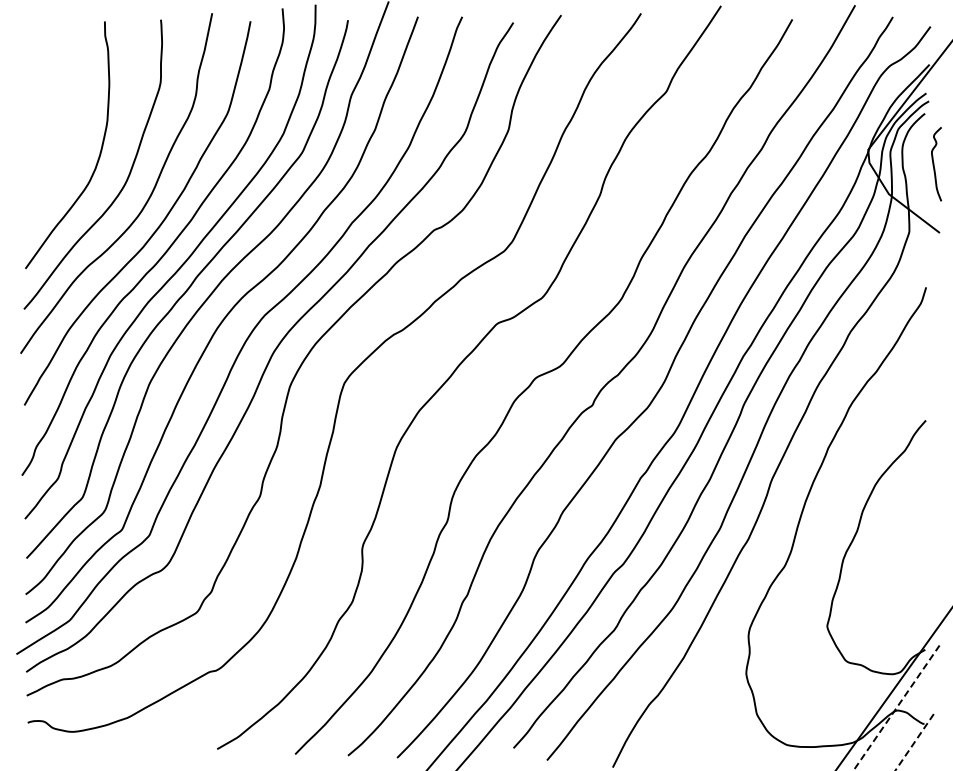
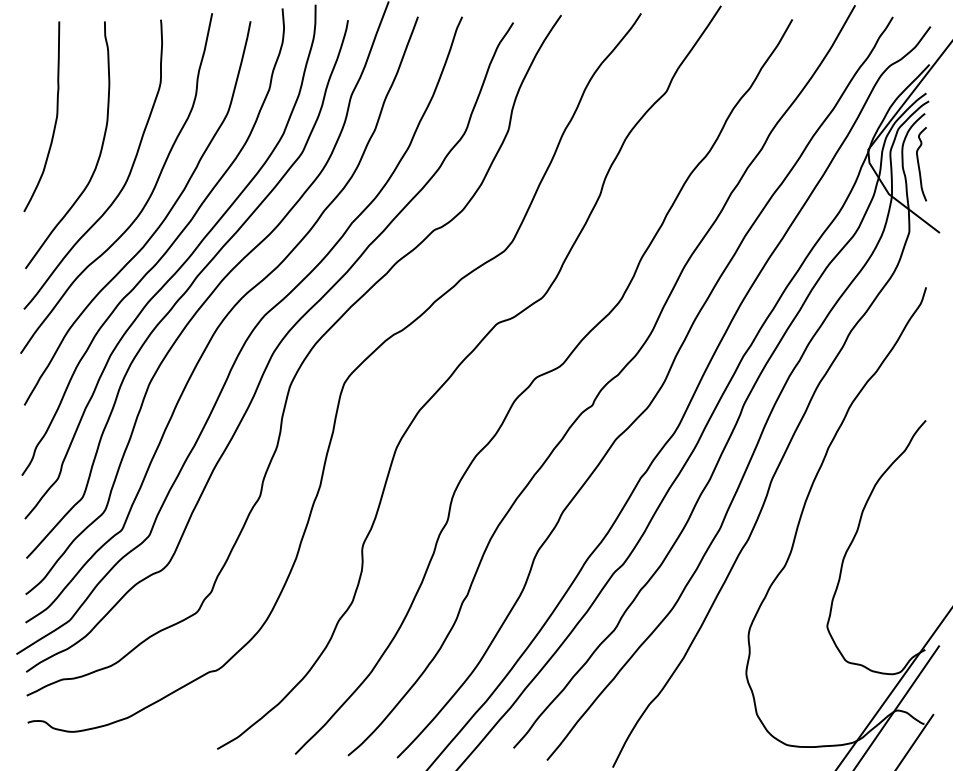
curve at (55, 118): none -> present
curve at (934, 164) position: (934, 164) -> (919, 164)
line at (896, 708): dashed -> solid
line at (914, 742): dashed -> solid
